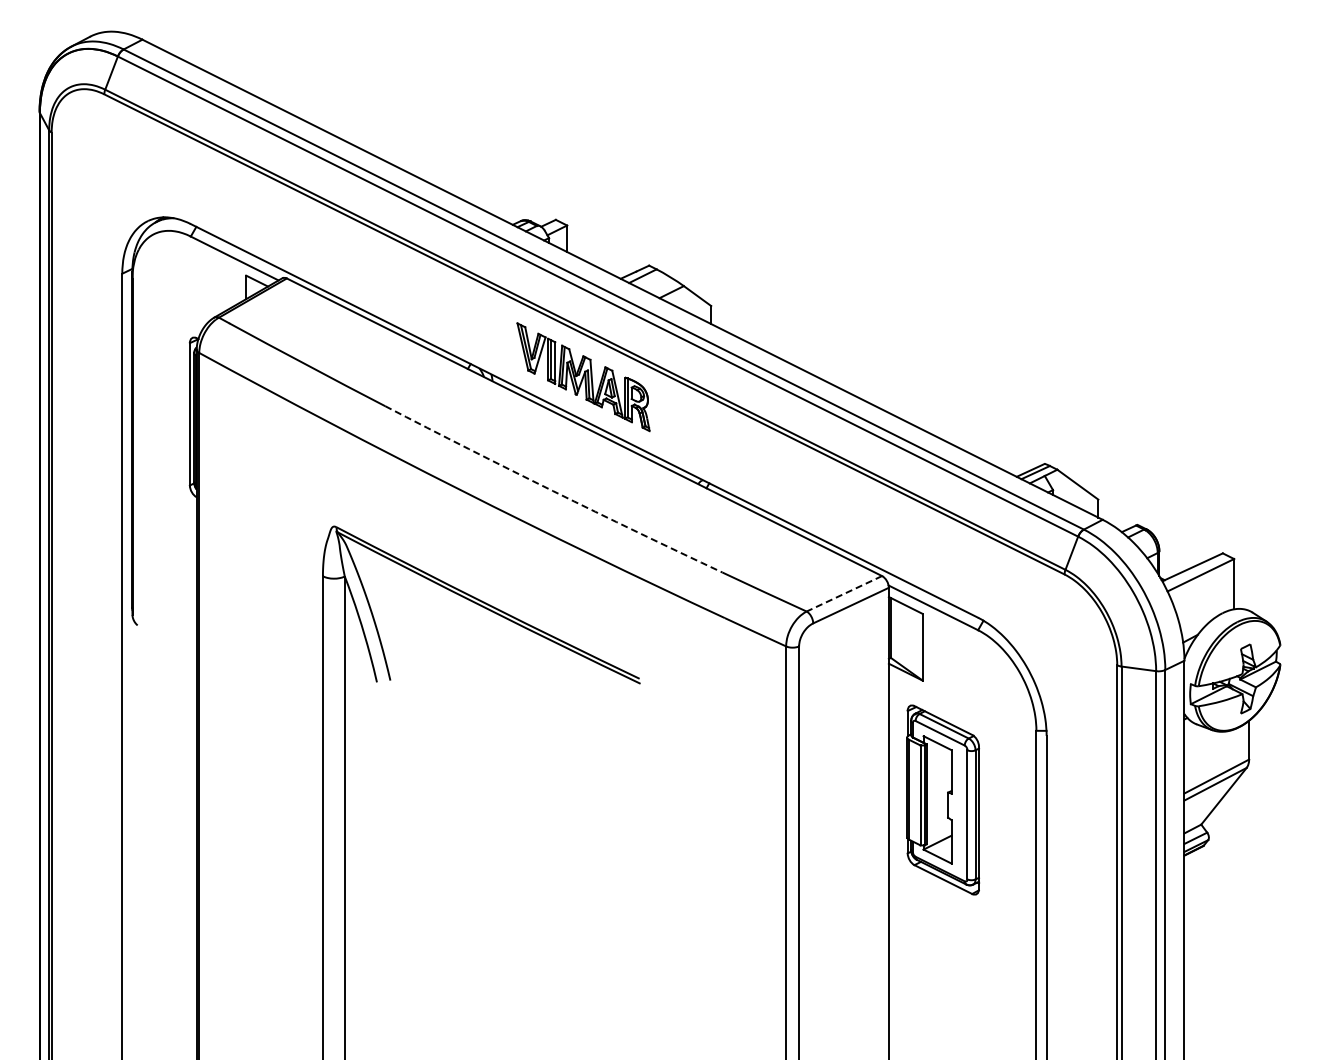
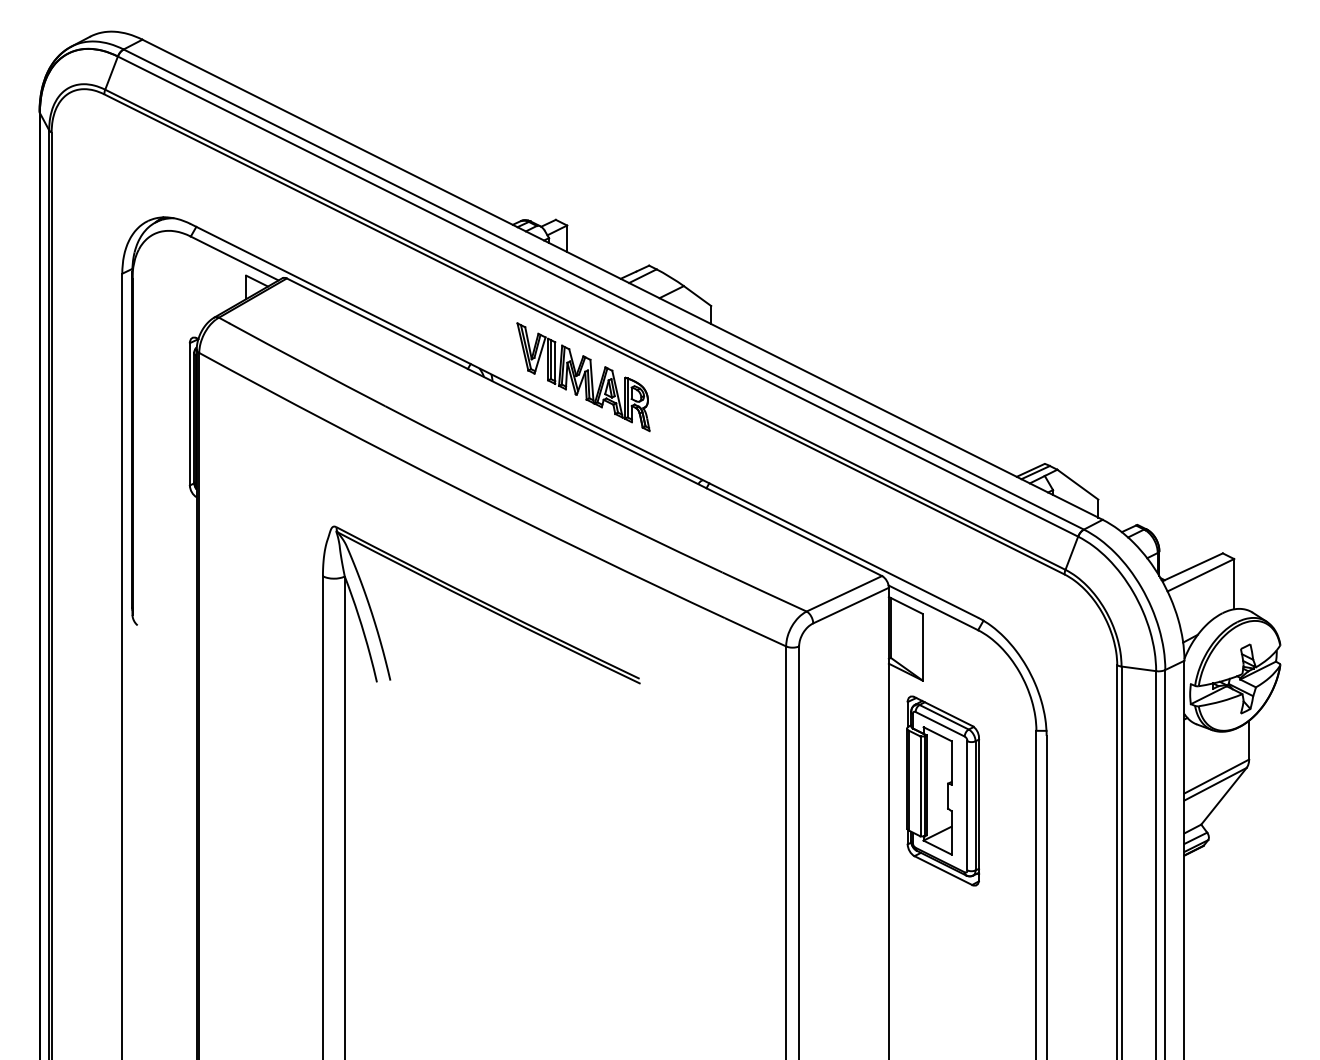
arc at (553, 491): dashed -> solid
line at (844, 593): dashed -> solid
part at (943, 799) position: (943, 799) -> (943, 790)
